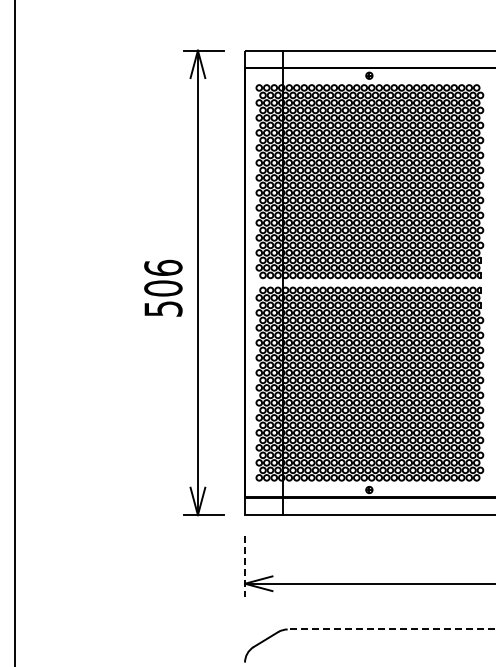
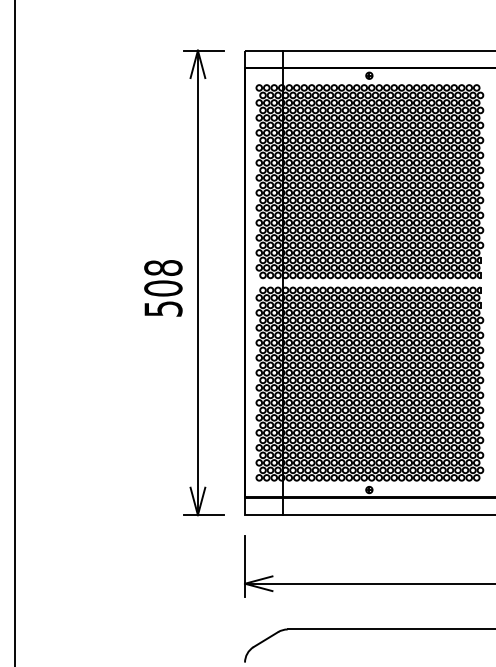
text at (163, 267): 506 -> 508
line at (245, 566): dashed -> solid
line at (391, 629): dashed -> solid
